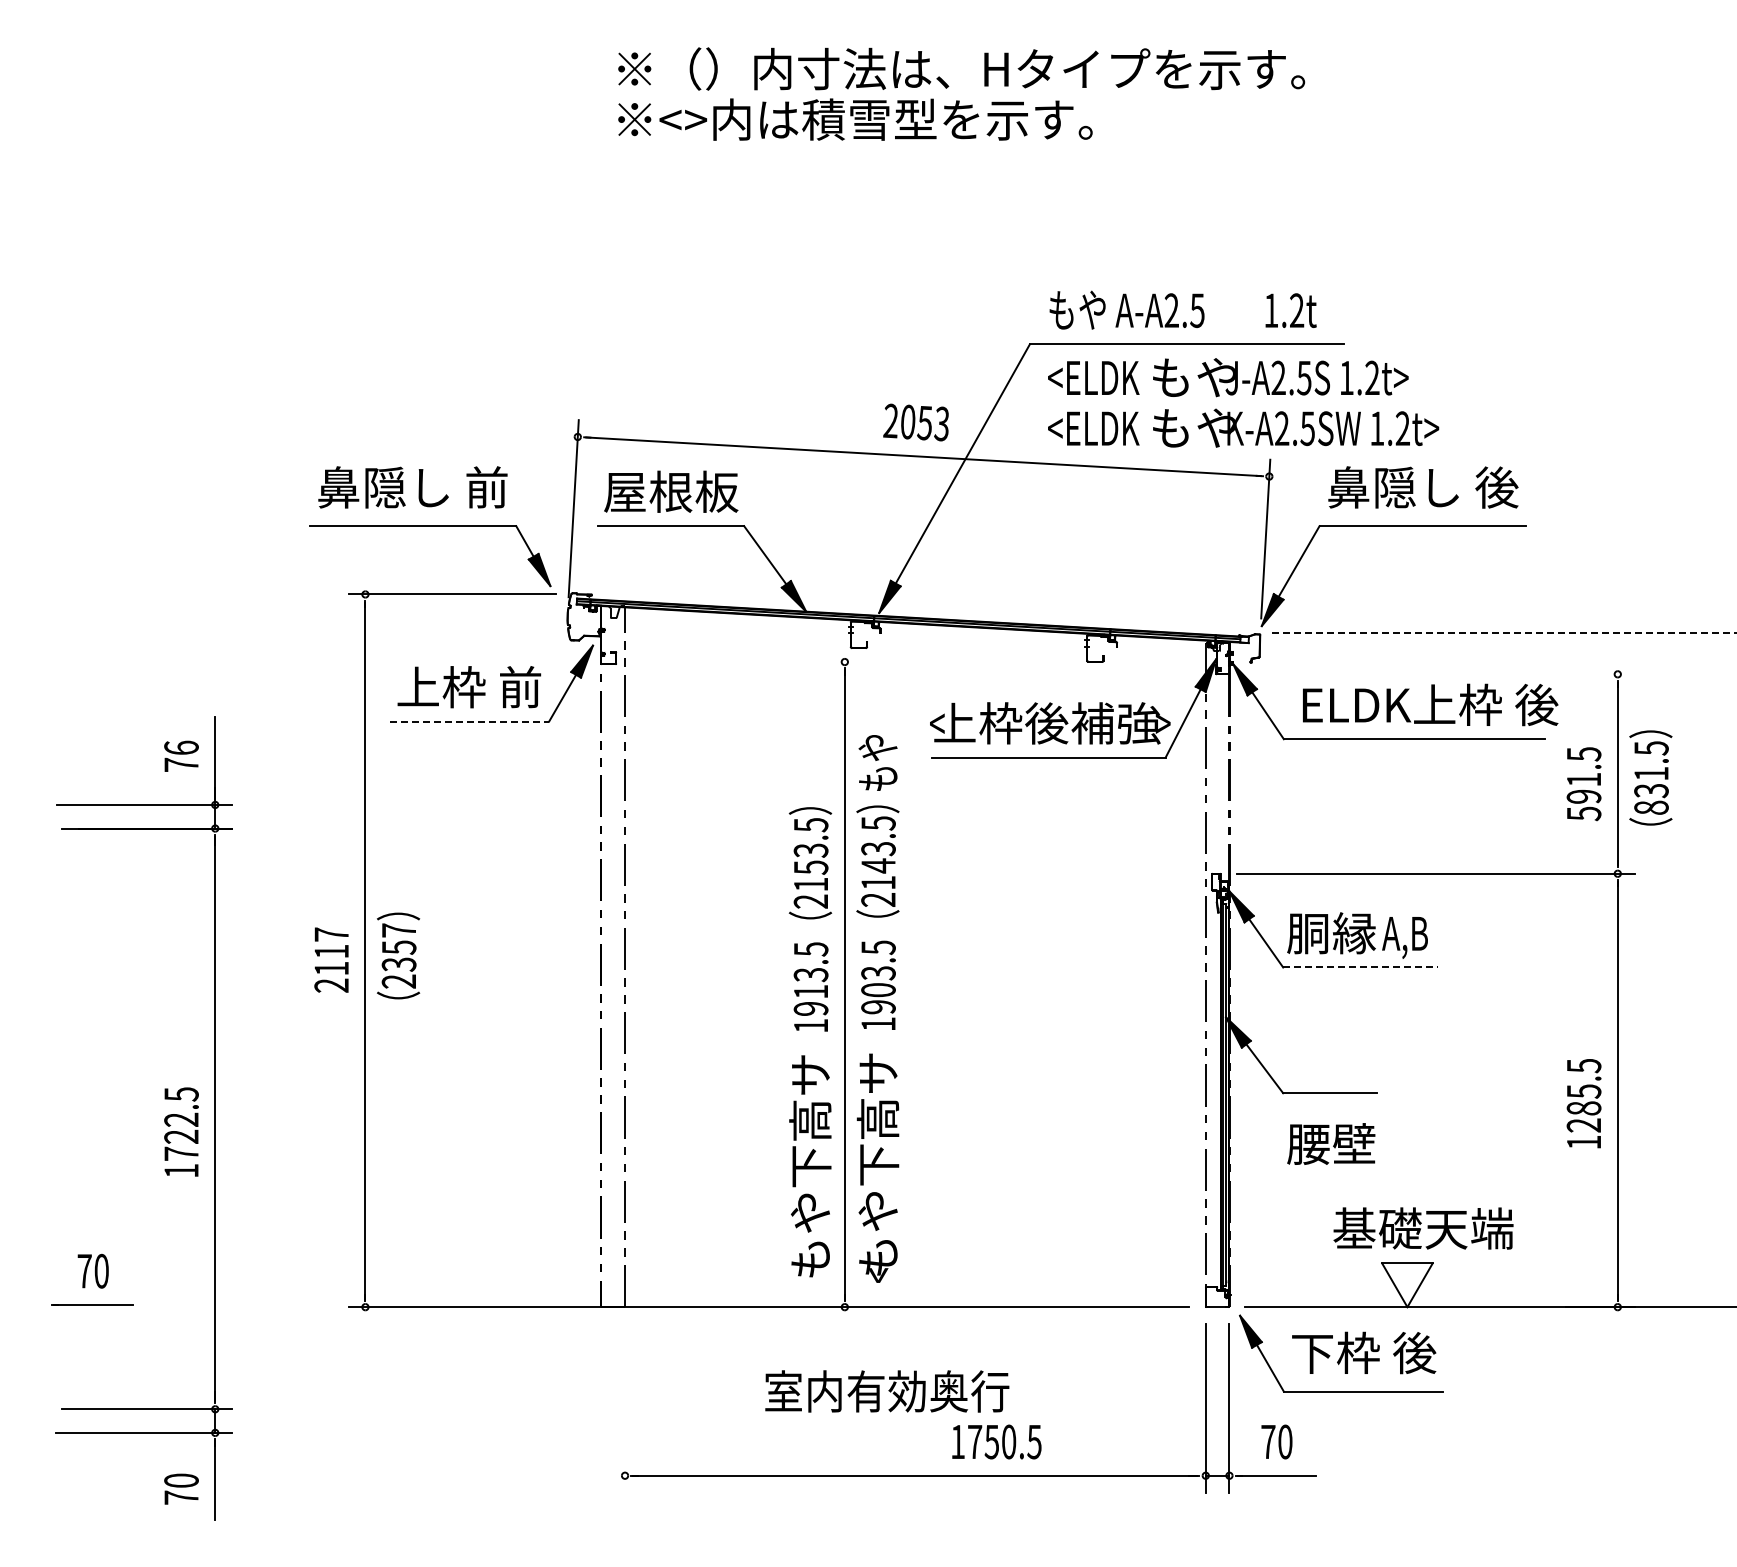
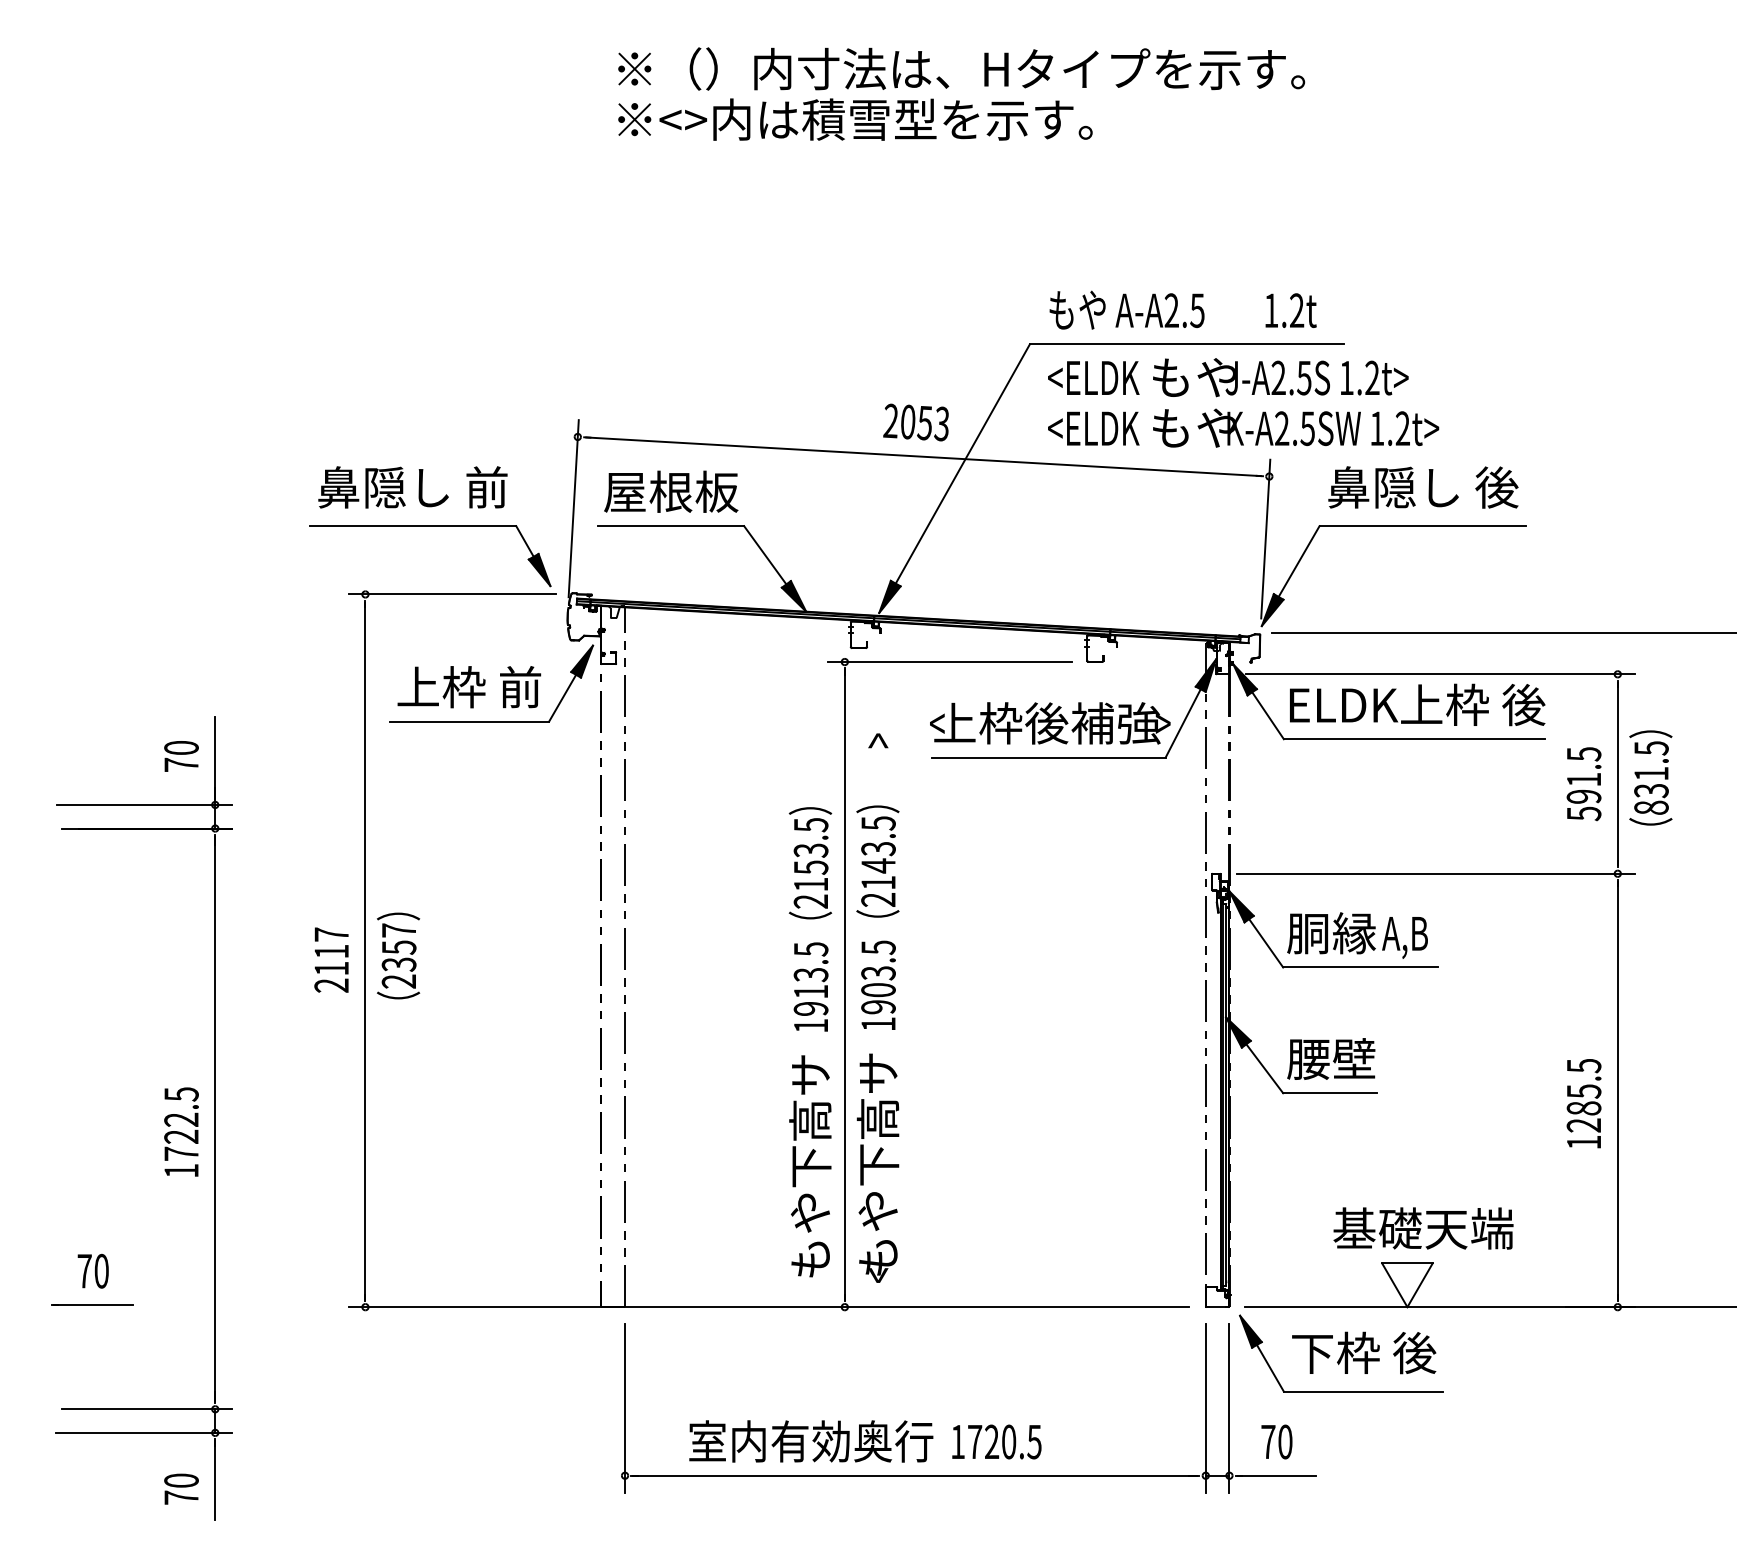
line at (1504, 632): dashed -> solid
line at (949, 662): none -> present
line at (1439, 674): none -> present
text at (1430, 704) position: (1430, 704) -> (1417, 704)
line at (469, 721): dashed -> solid
text at (181, 747): 76 -> 70
text at (877, 761): もや -> >
line at (1360, 967): dashed -> solid
text at (1331, 1143) position: (1331, 1143) -> (1331, 1058)
text at (887, 1391) position: (887, 1391) -> (811, 1441)
line at (625, 1408): none -> present
text at (991, 1441): 1750.5 -> 1720.5
